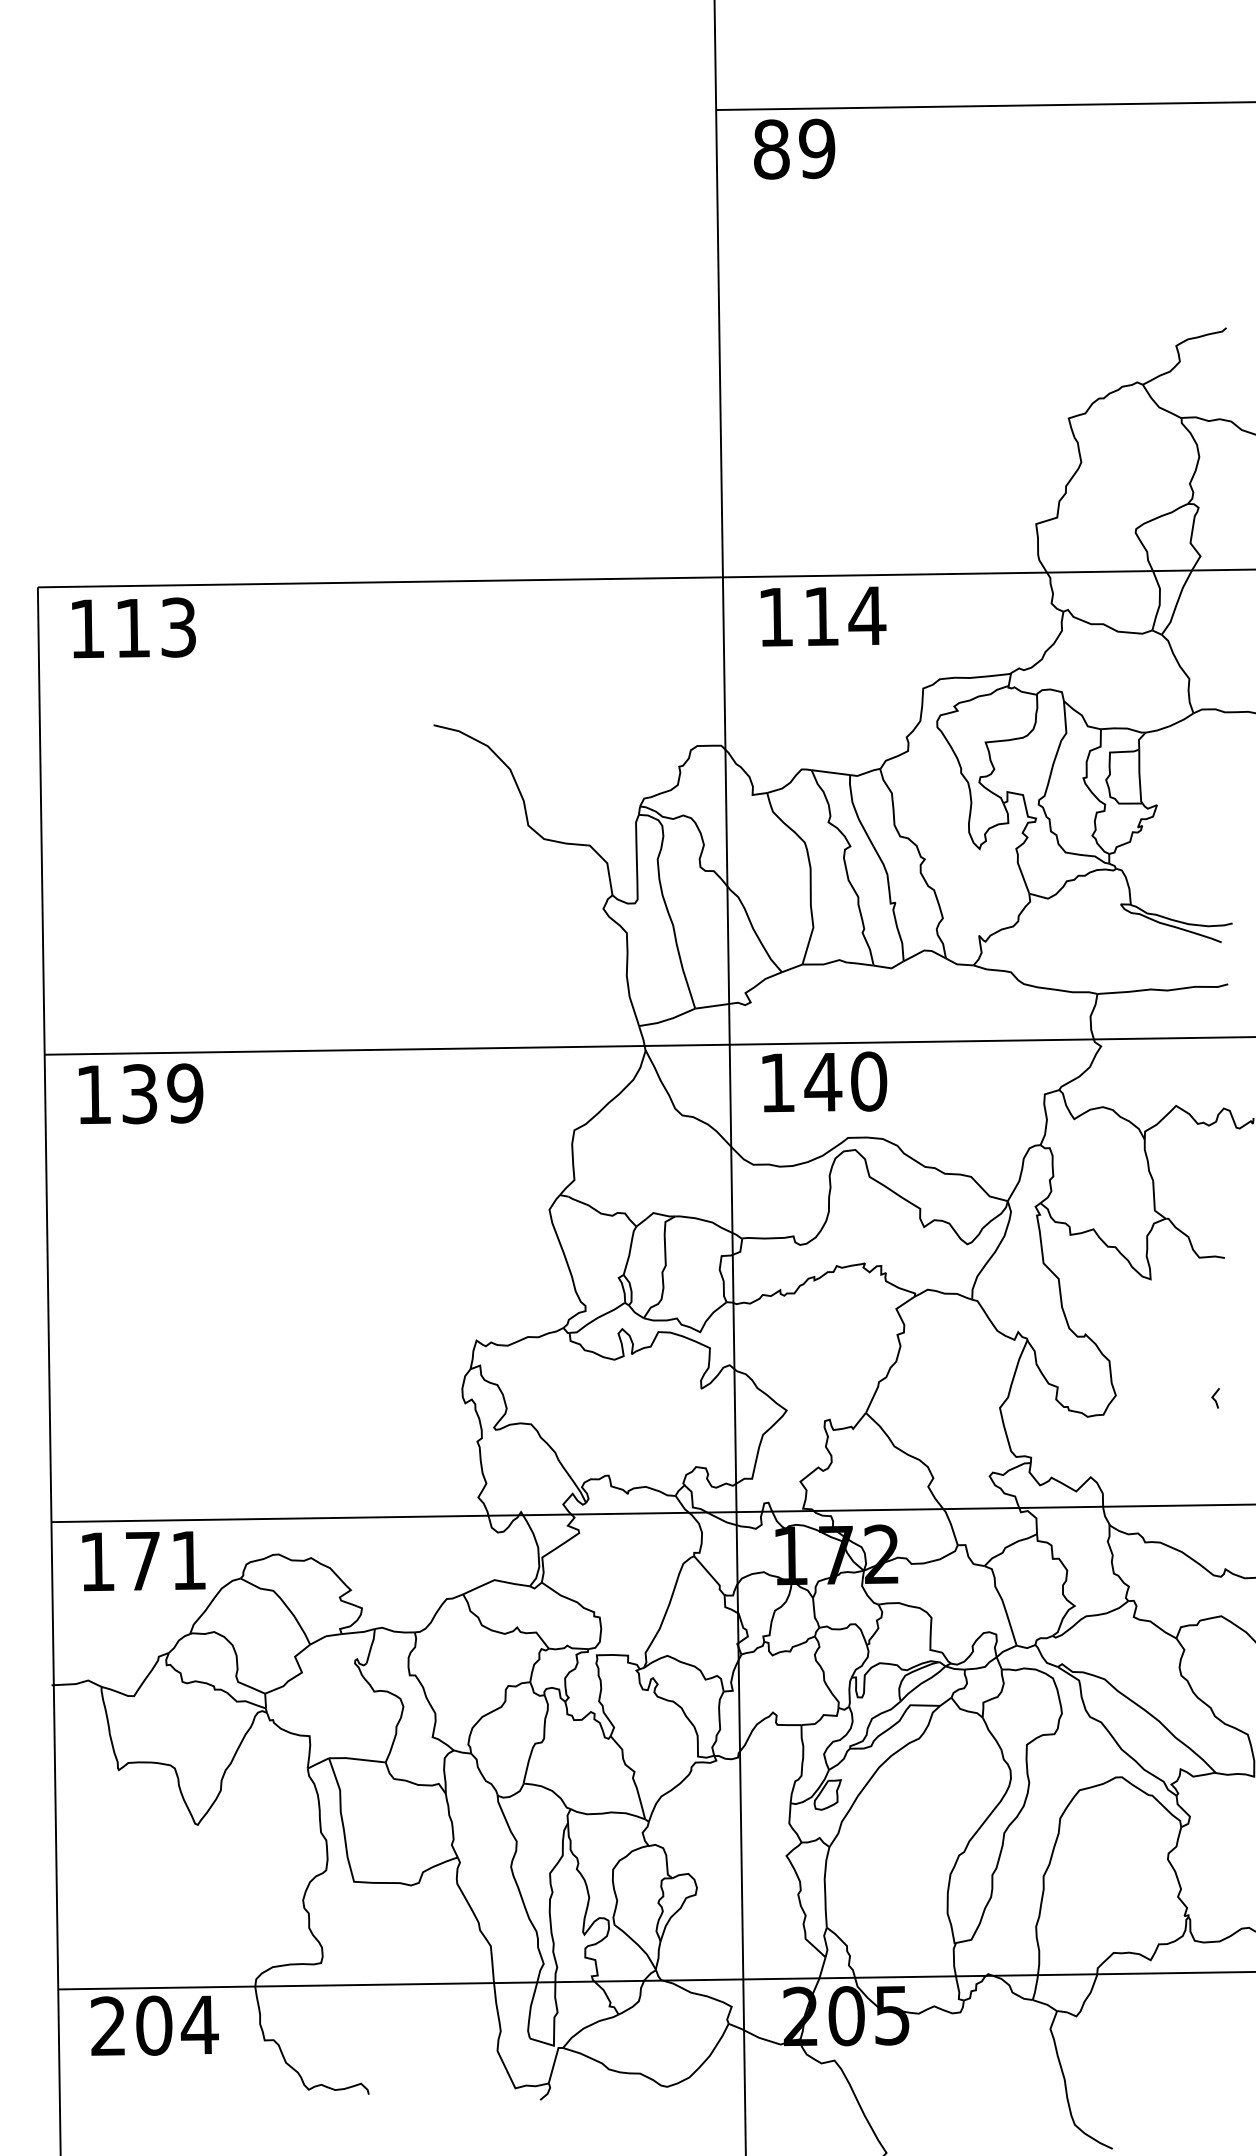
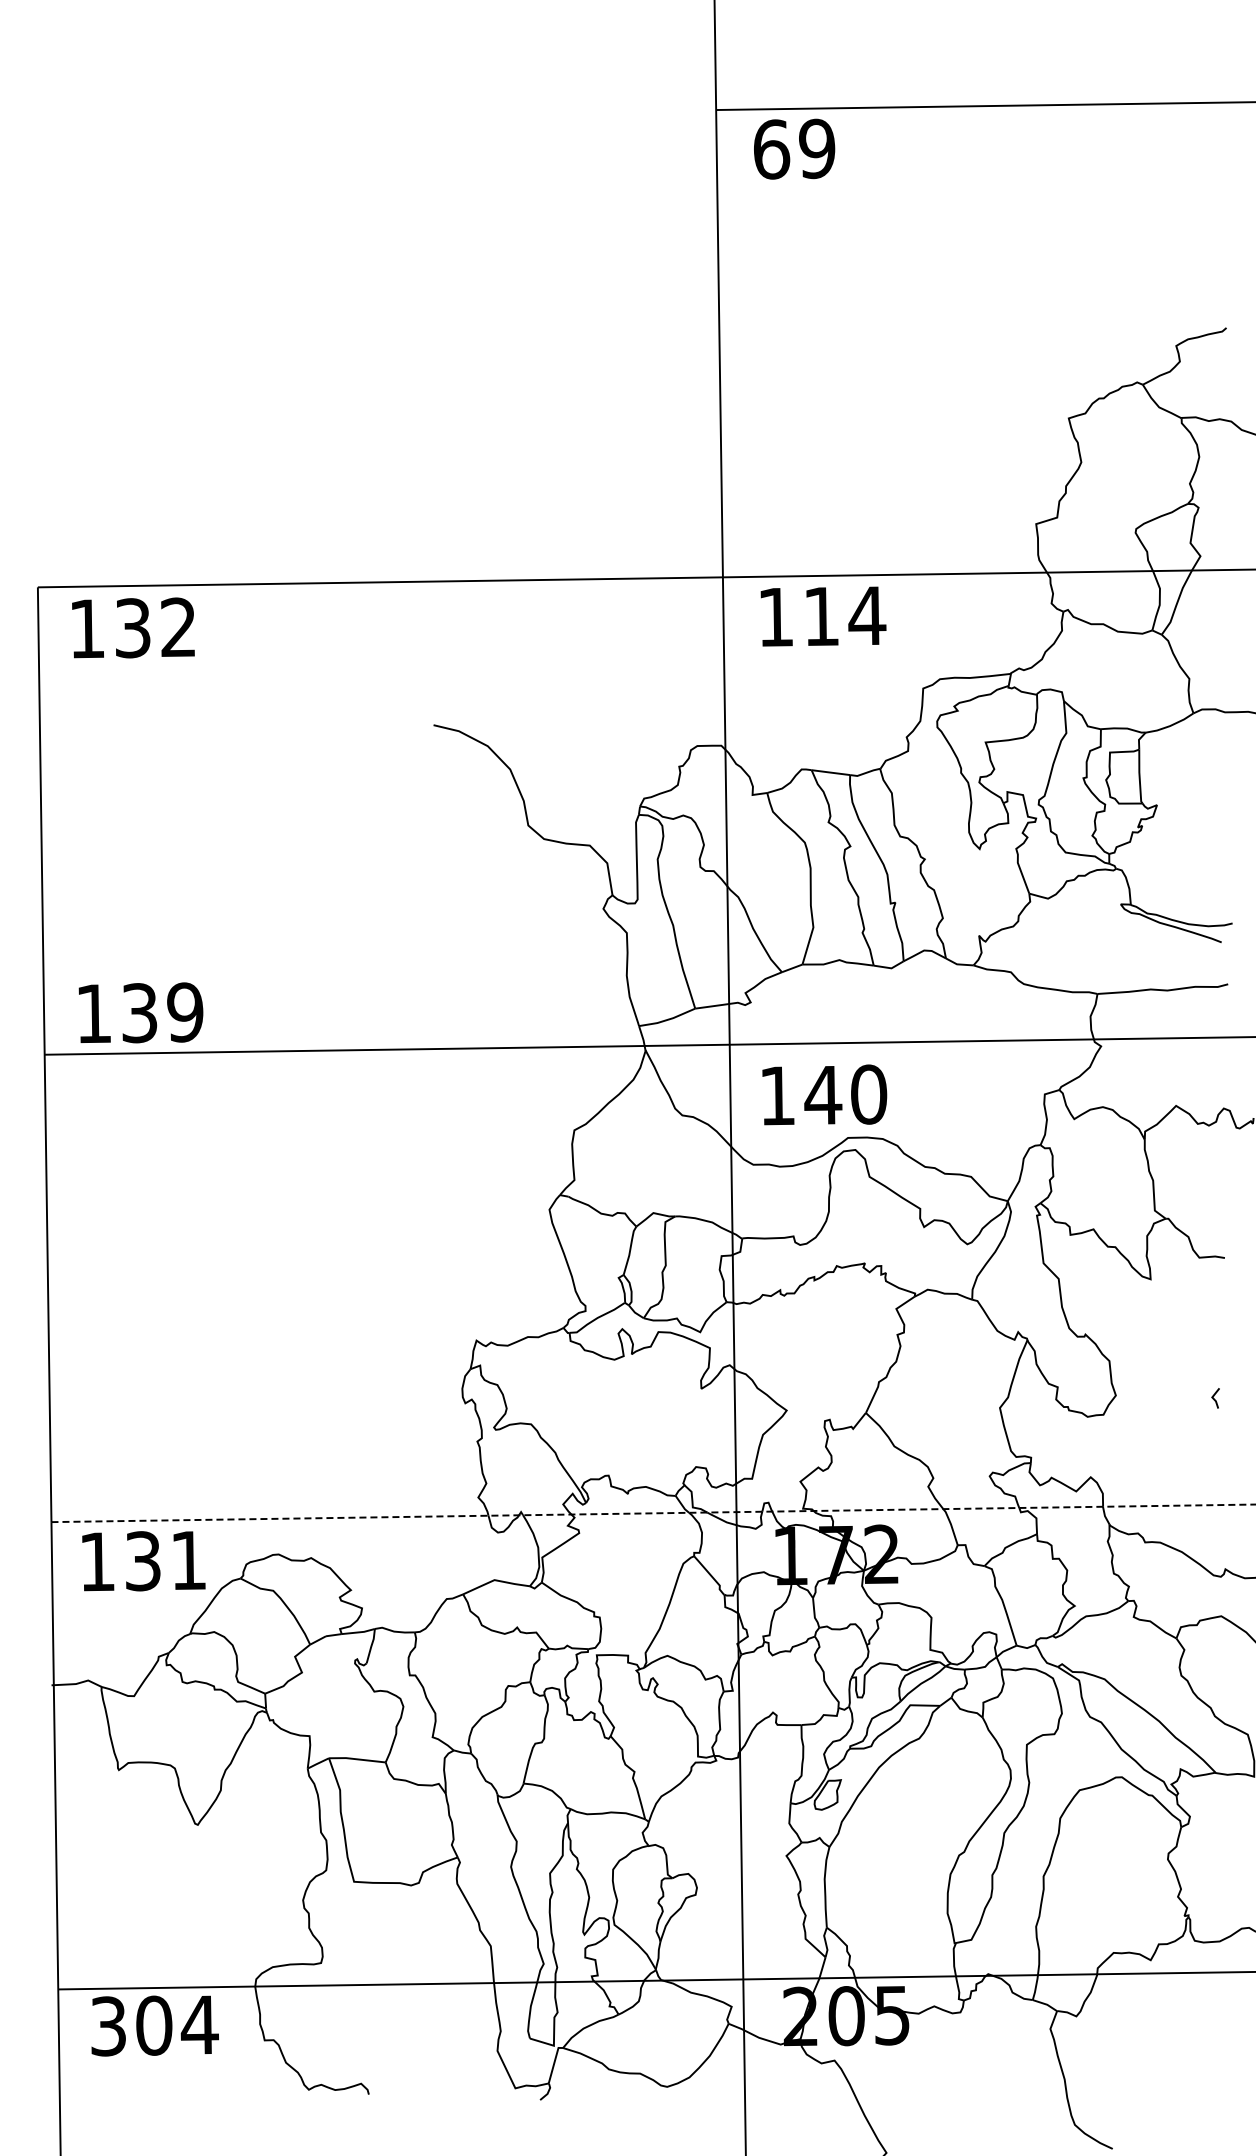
text at (772, 149): 89 -> 69
text at (155, 627): 113 -> 132
text at (824, 1081) position: (824, 1081) -> (824, 1094)
text at (140, 1093) position: (140, 1093) -> (140, 1012)
line at (653, 1513): solid -> dashed
text at (143, 1561): 171 -> 131
text at (108, 2026): 204 -> 304
